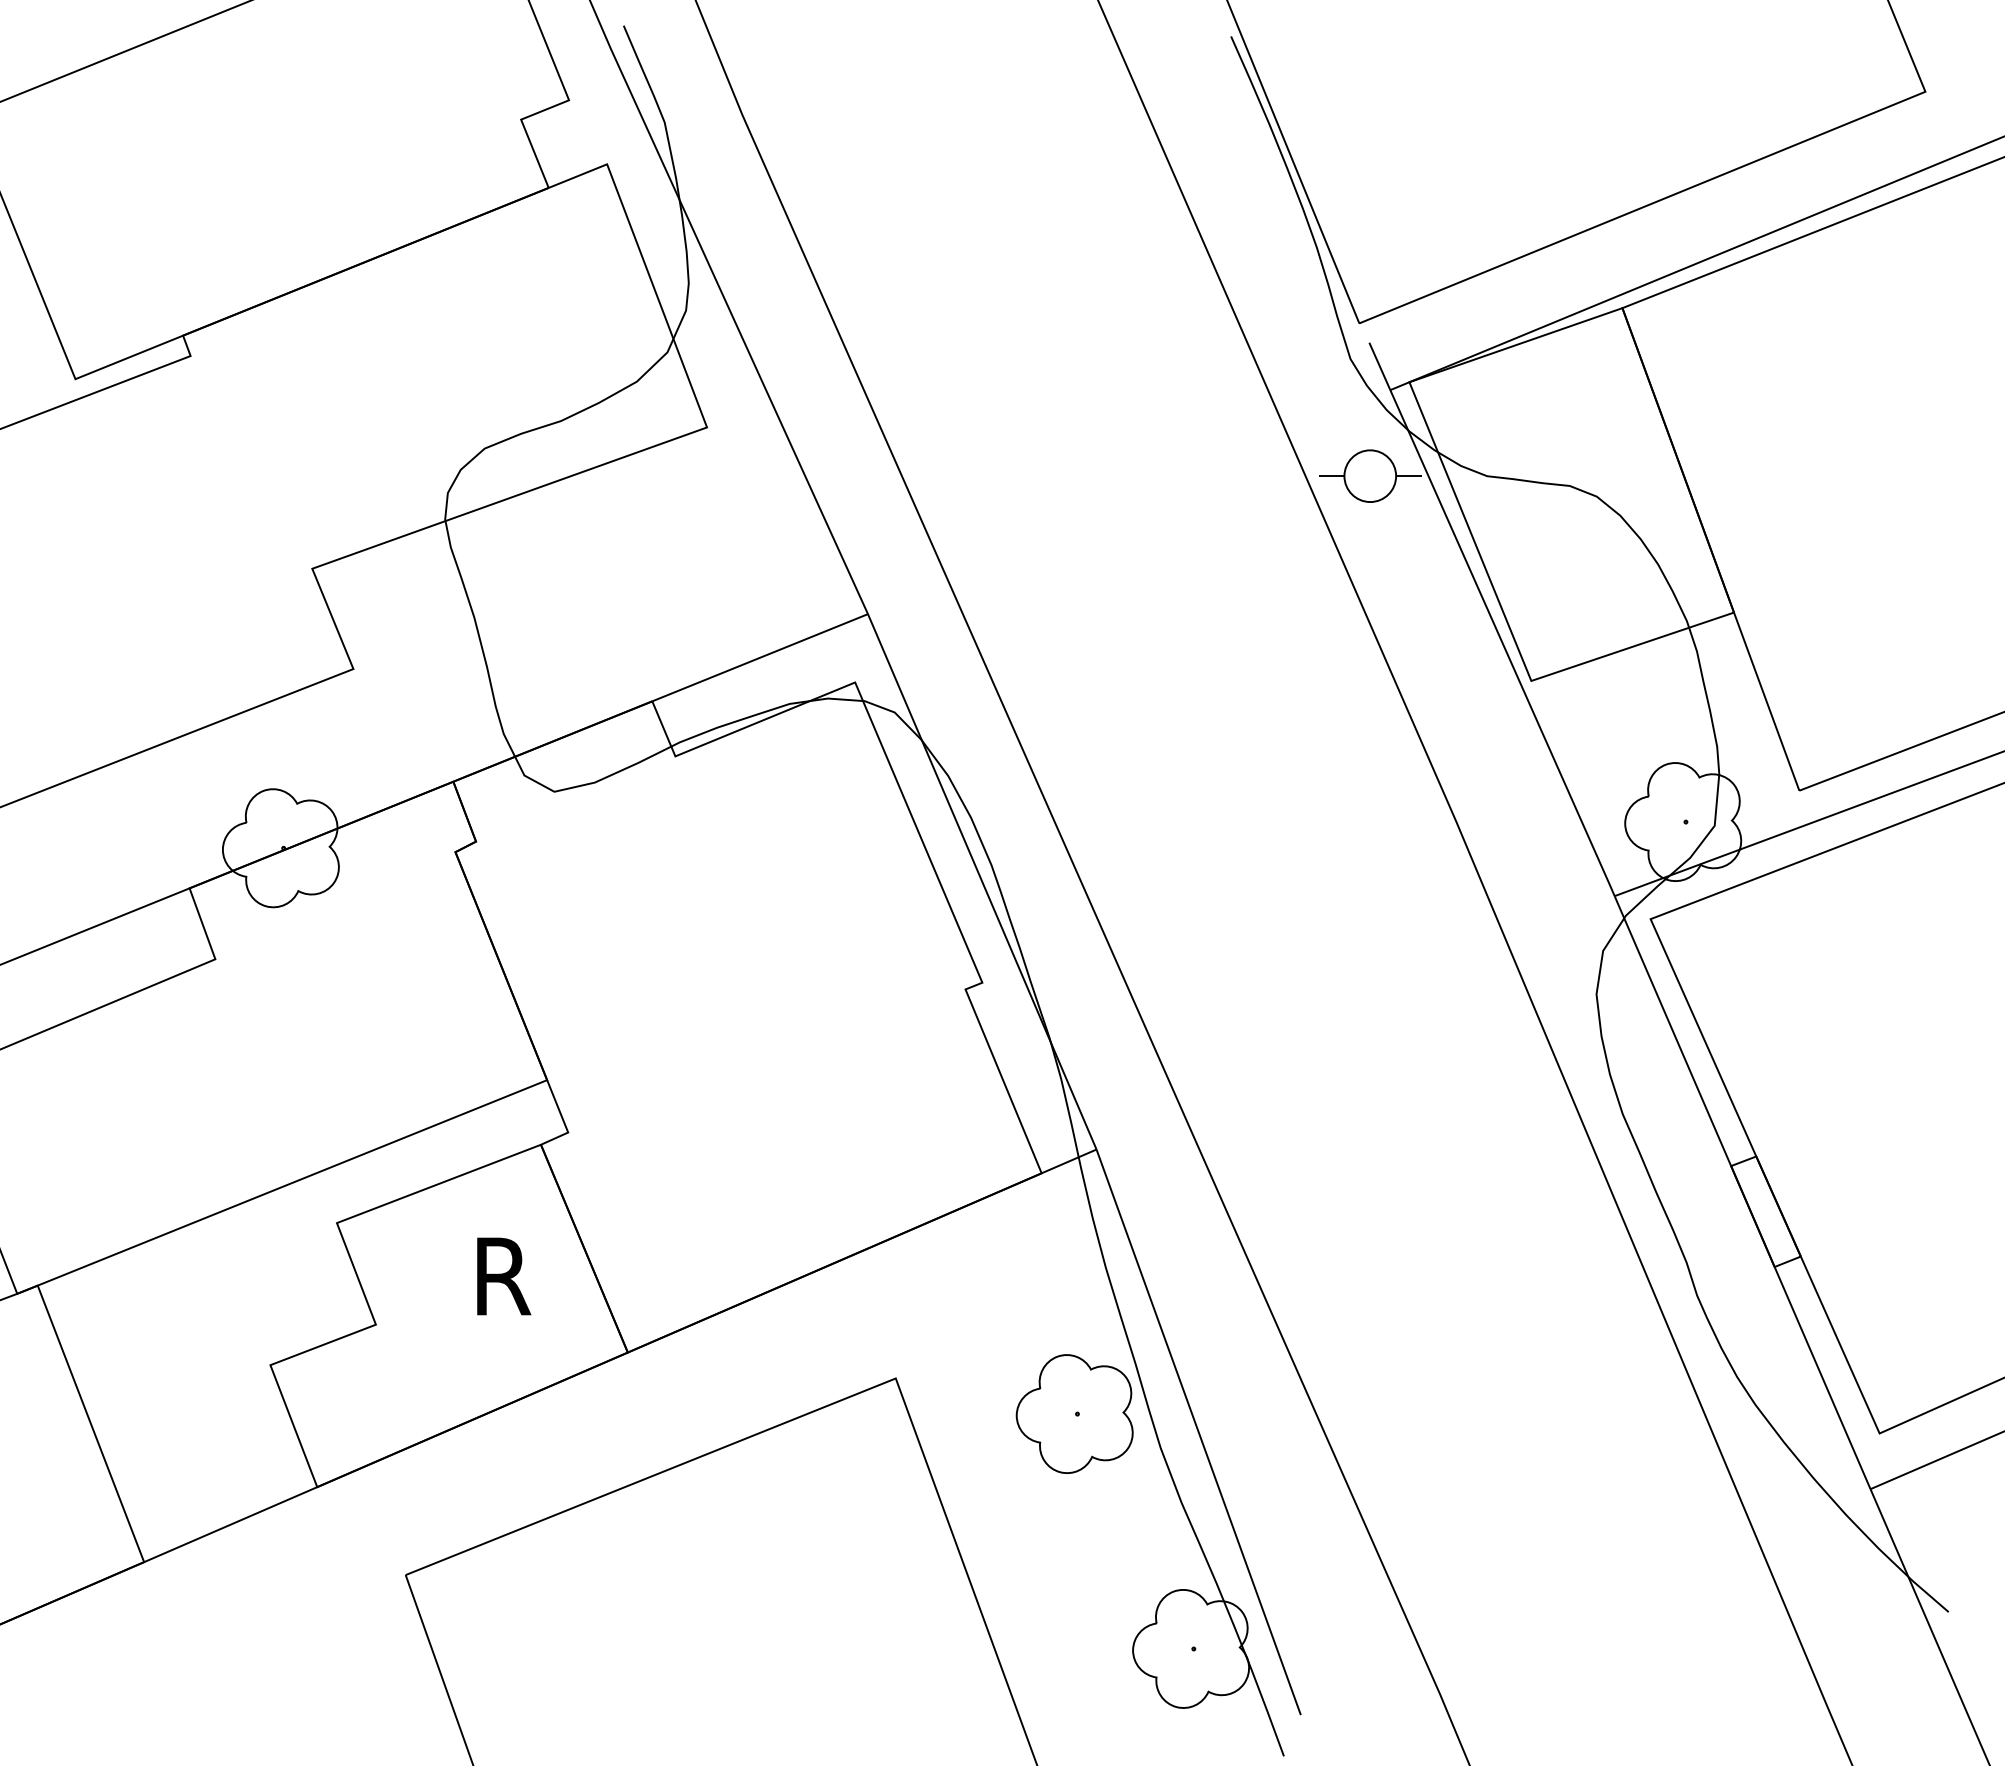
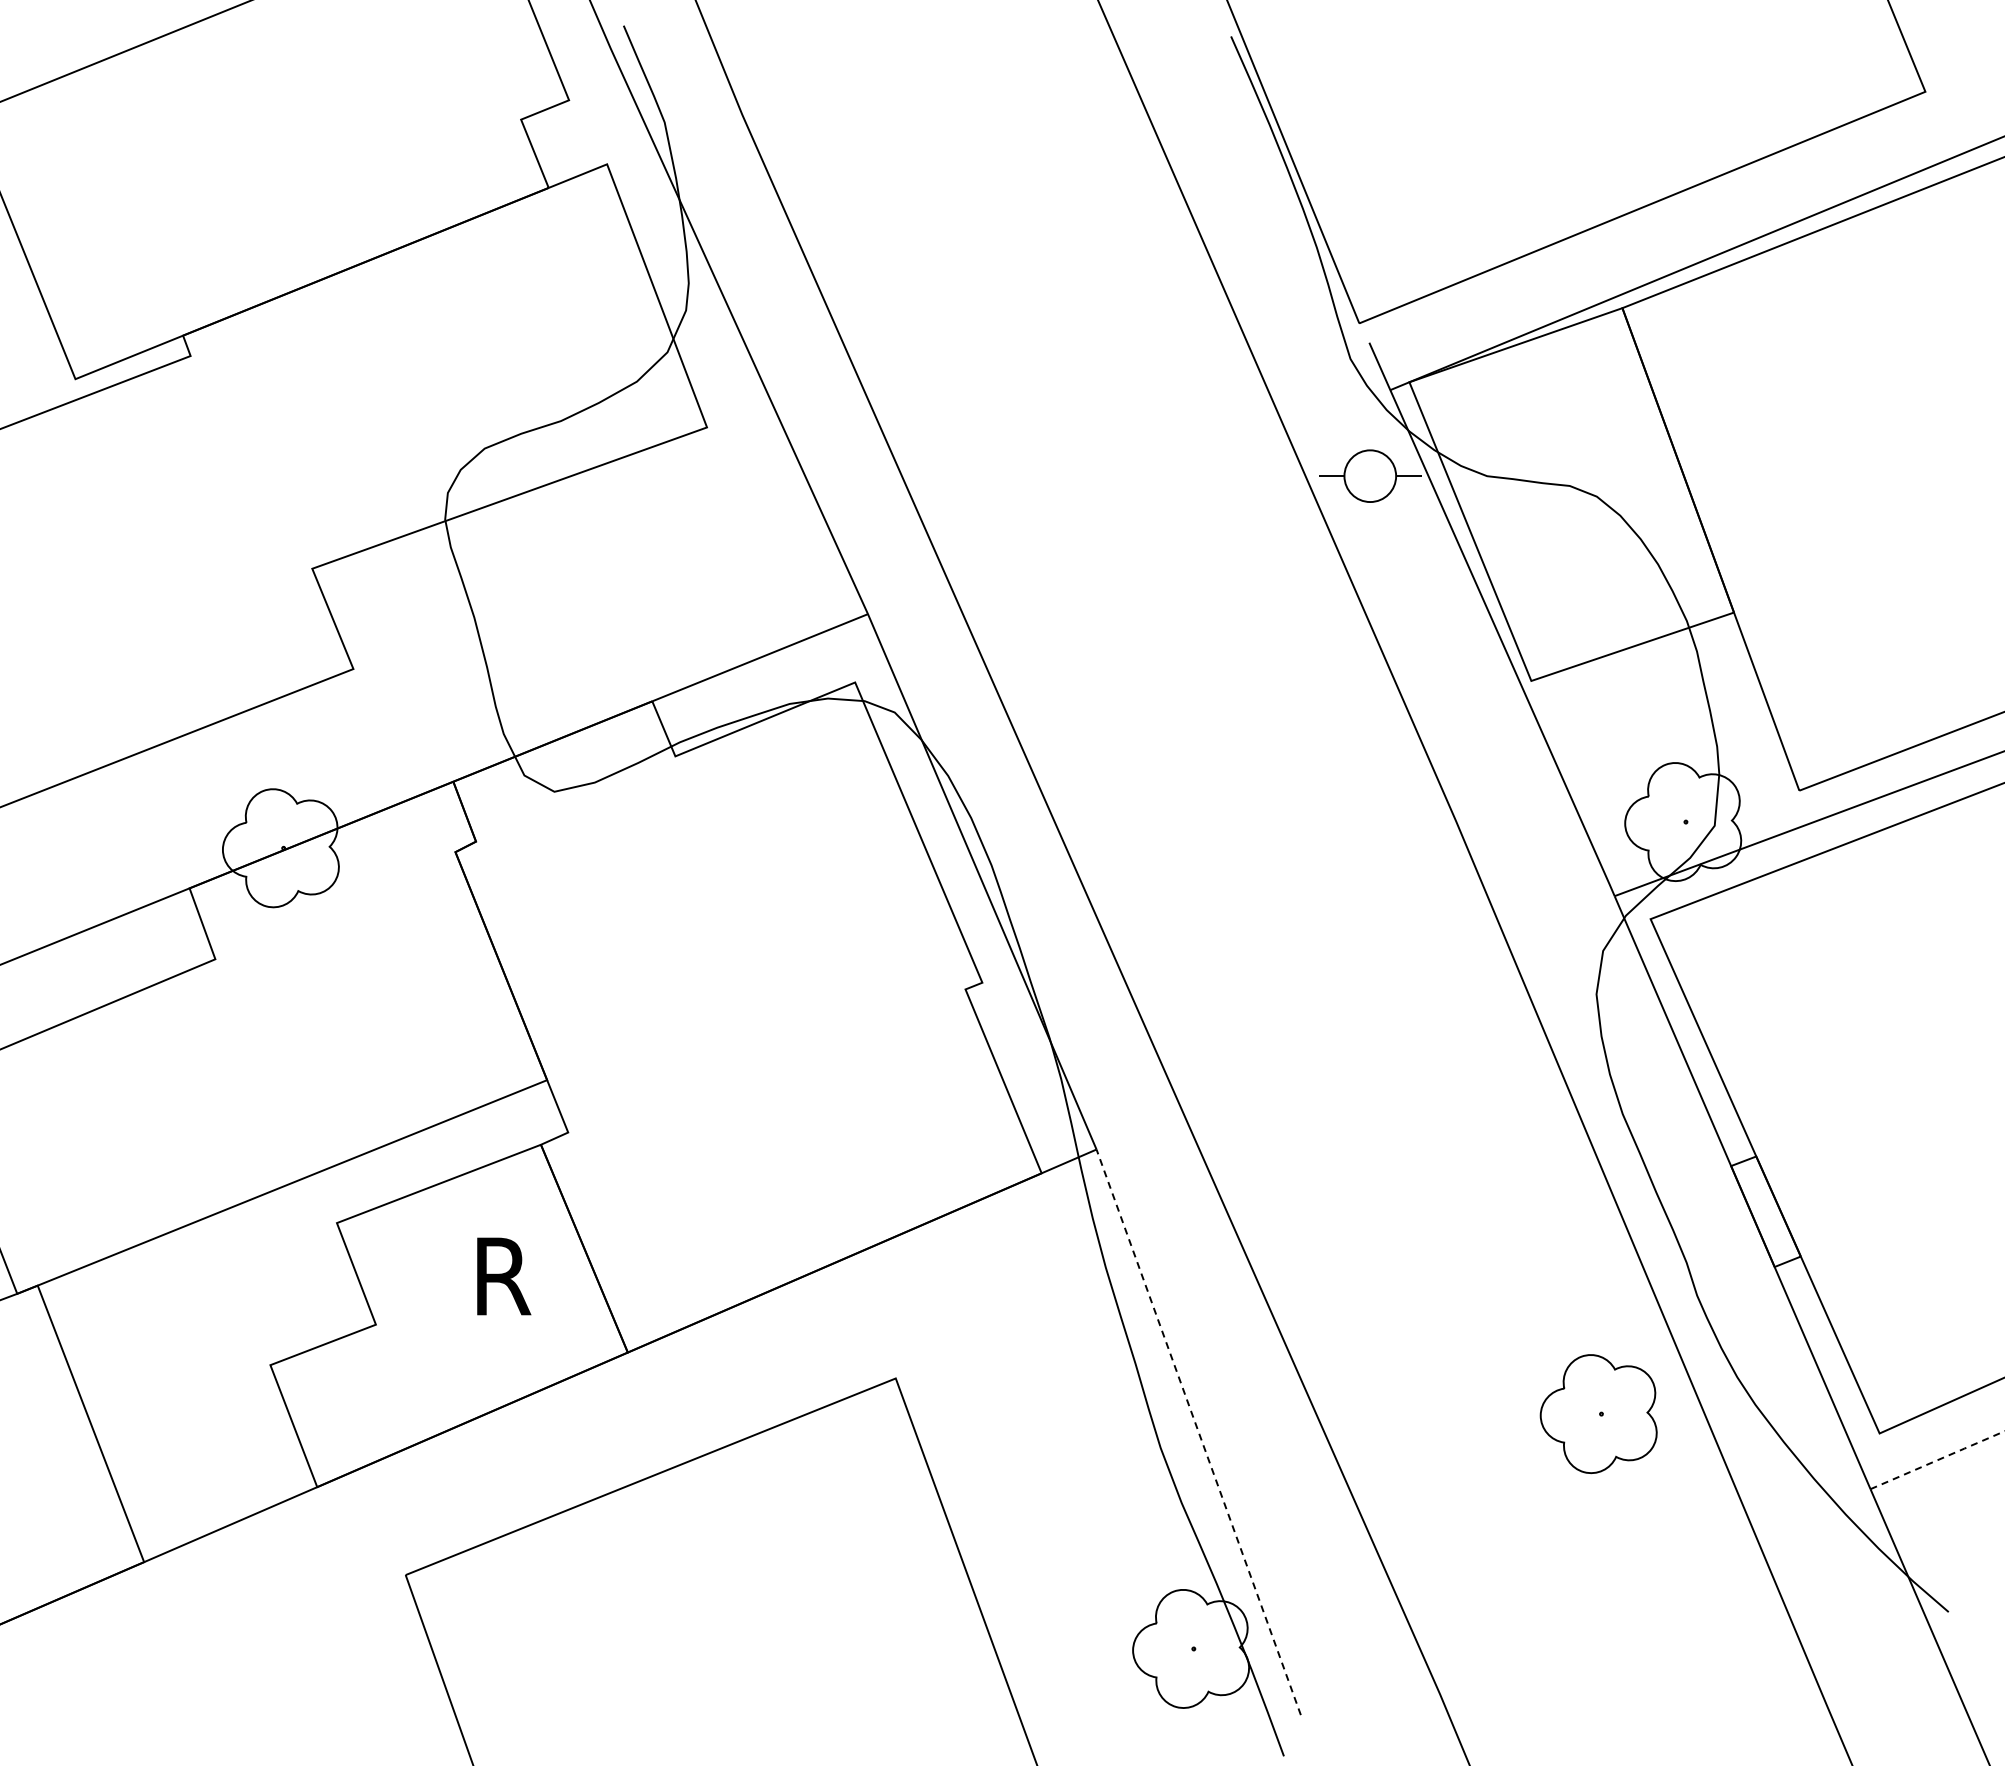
part at (1074, 1414) position: (1074, 1414) -> (1598, 1414)
line at (1198, 1432): solid -> dashed
line at (1937, 1460): solid -> dashed
